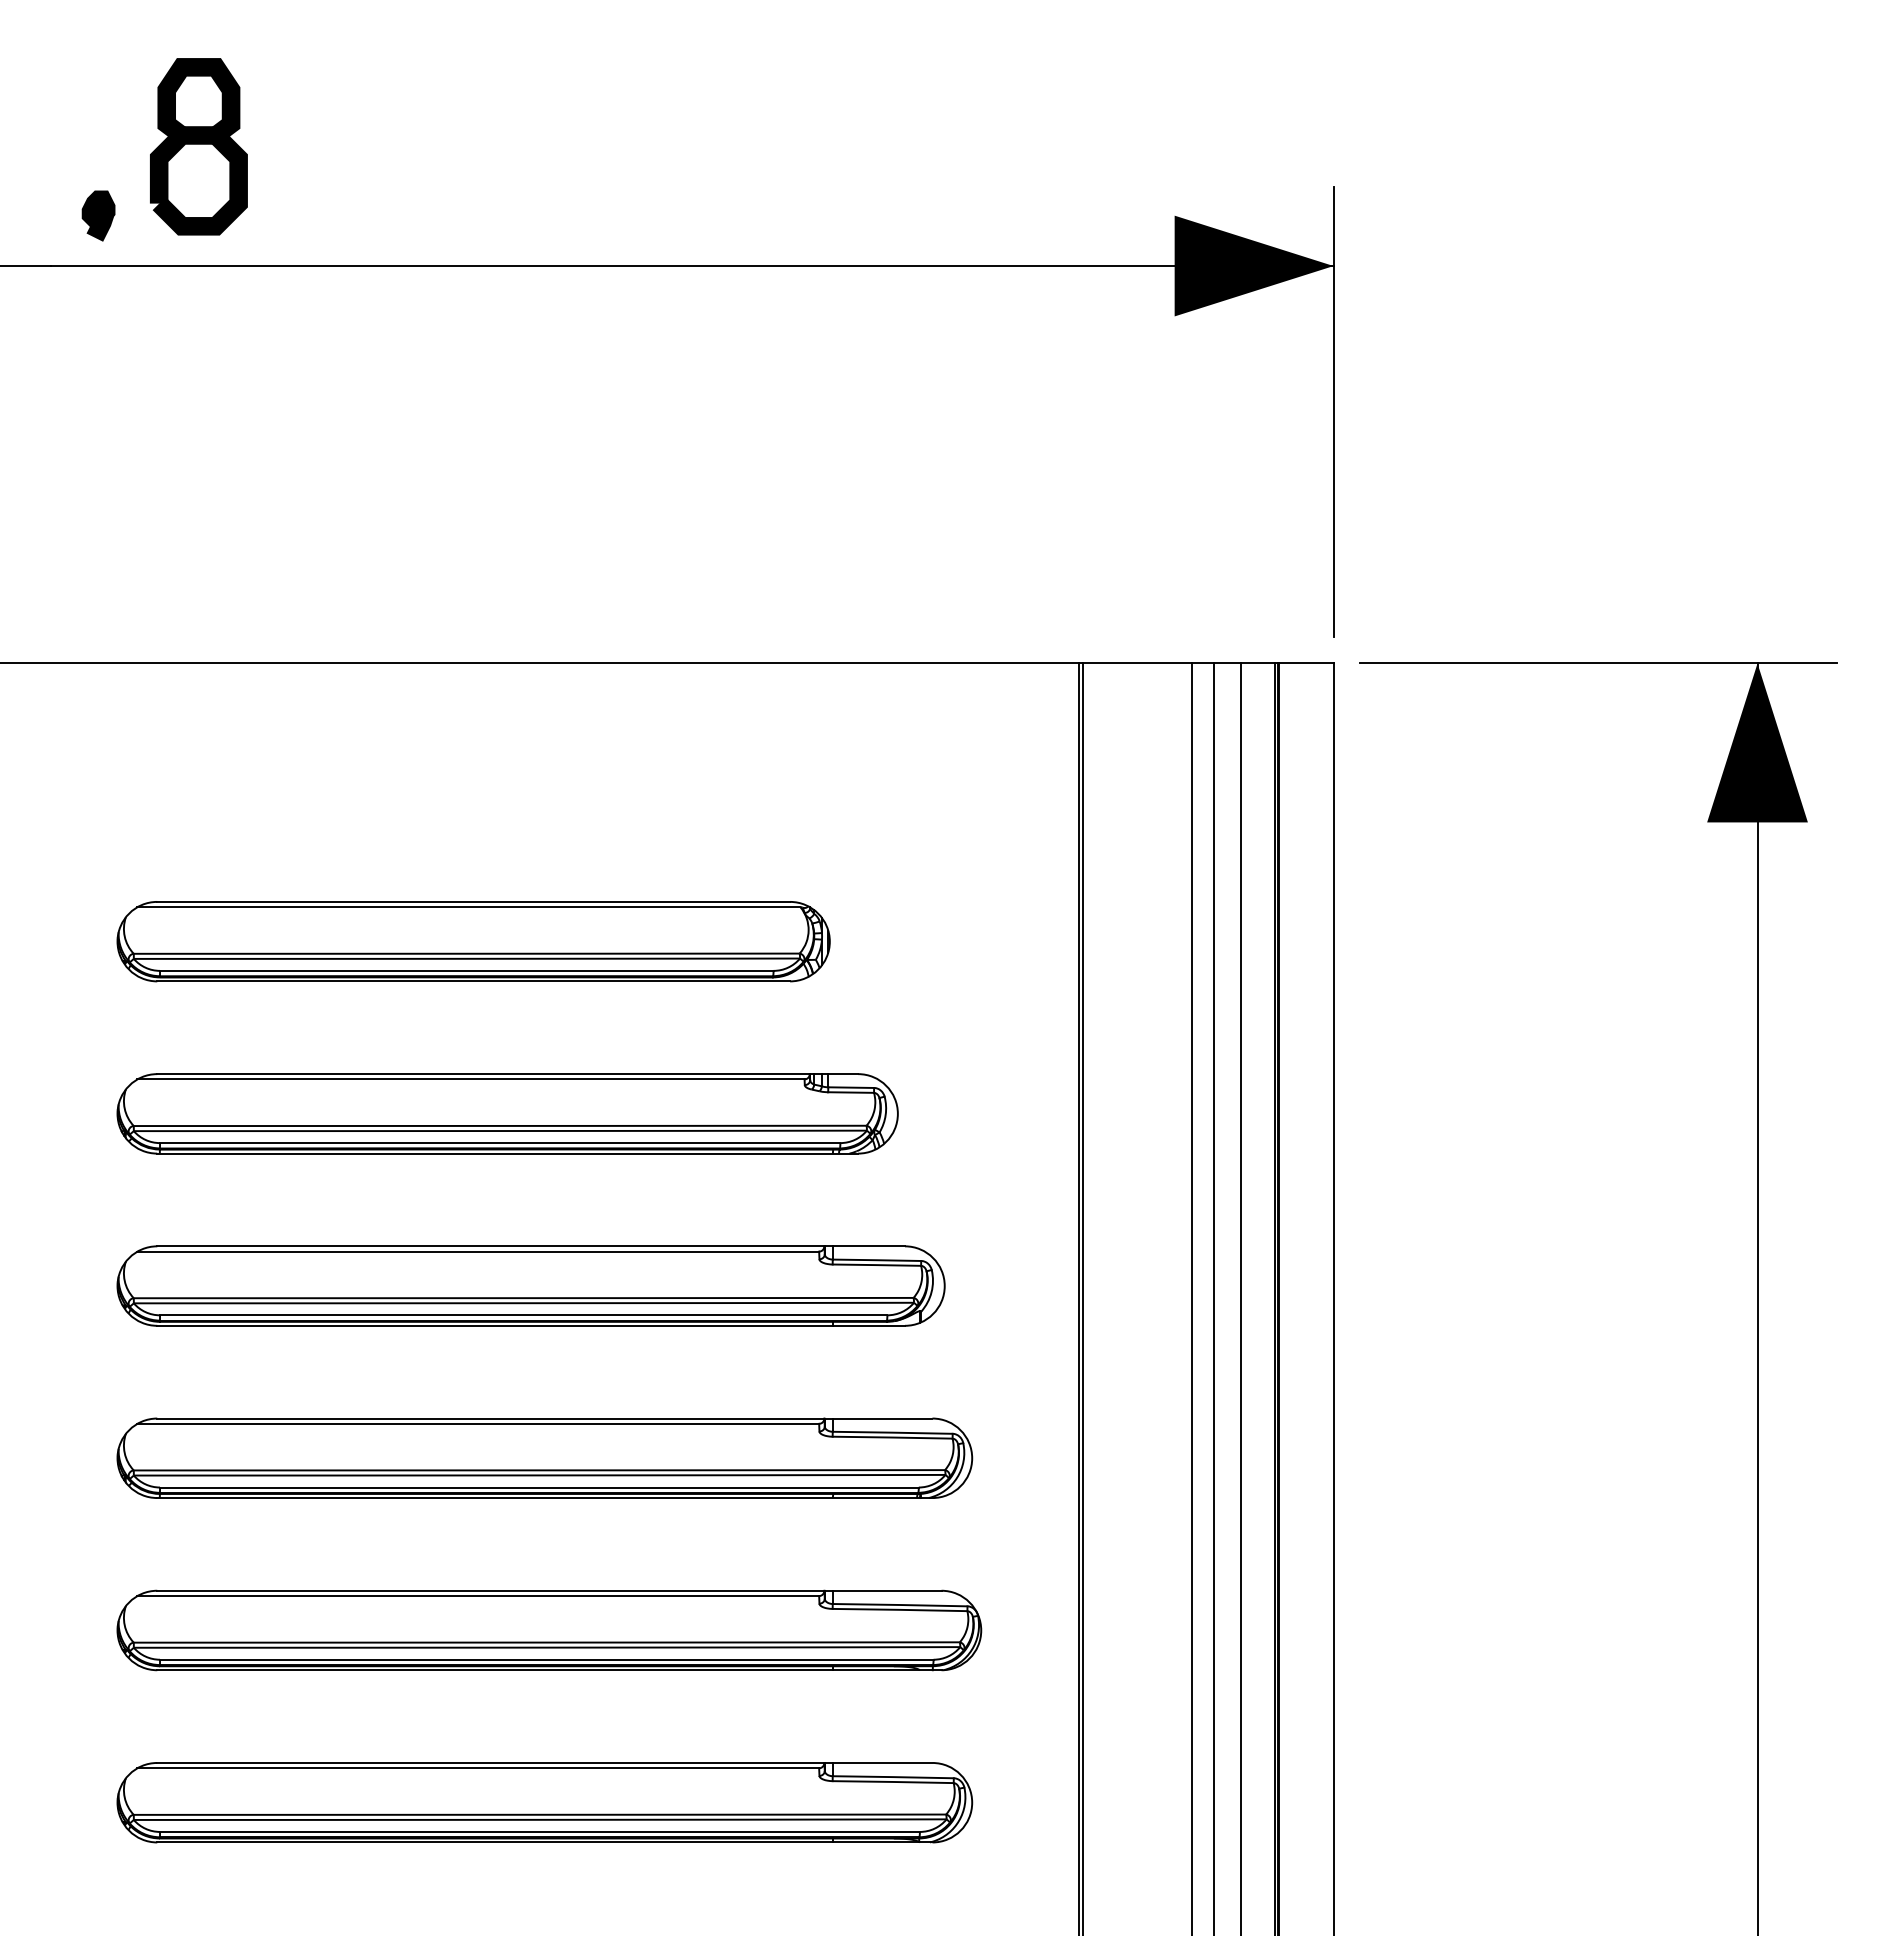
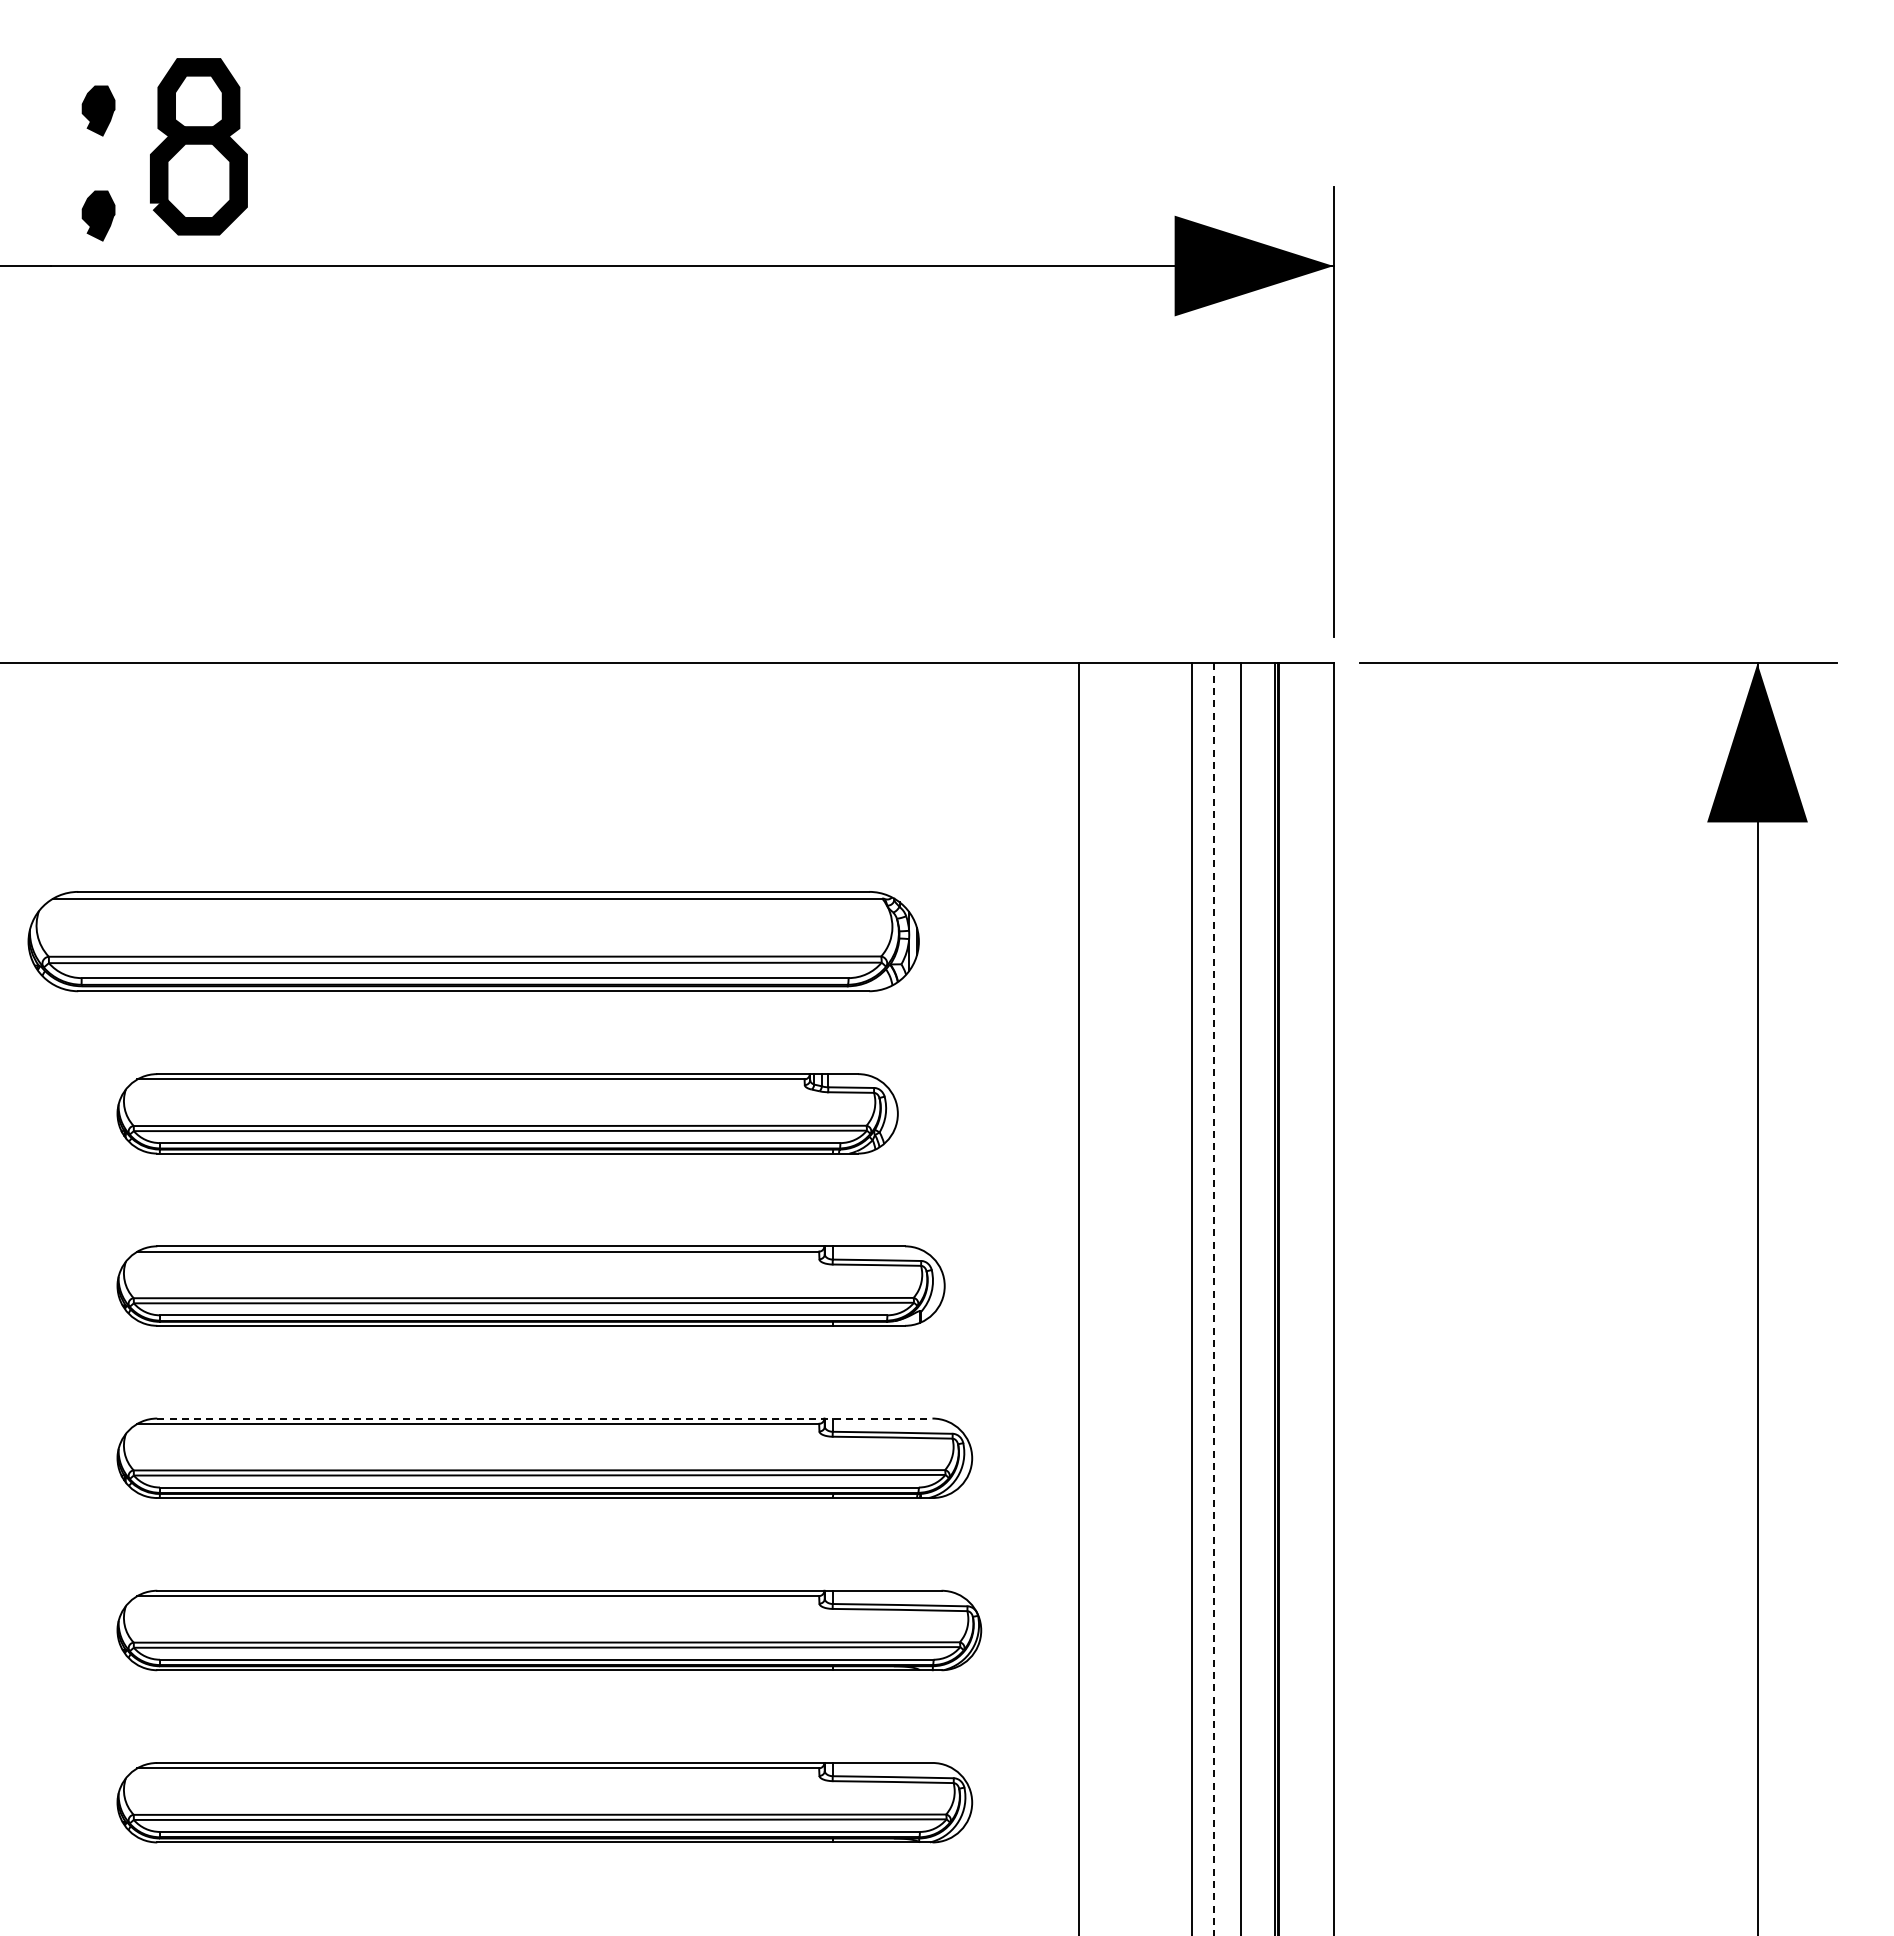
part at (98, 110): none -> present
part at (473, 941) size: 715x82 px -> 893x102 px
line at (1083, 1297): present -> none
line at (1214, 1299): solid -> dashed
line at (544, 1418): solid -> dashed
